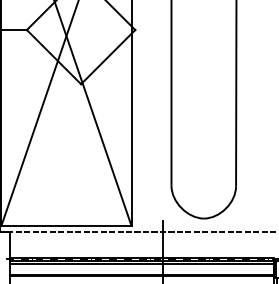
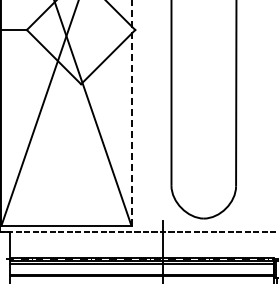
line at (131, 113): solid -> dashed
